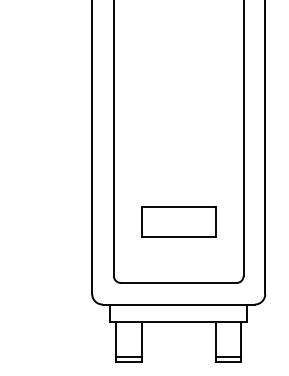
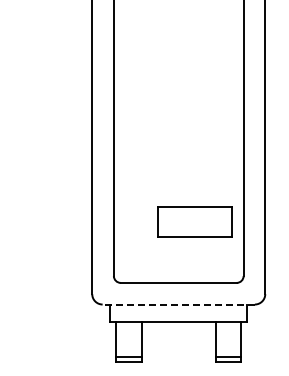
part at (178, 221) position: (178, 221) -> (194, 221)
line at (178, 304): solid -> dashed
